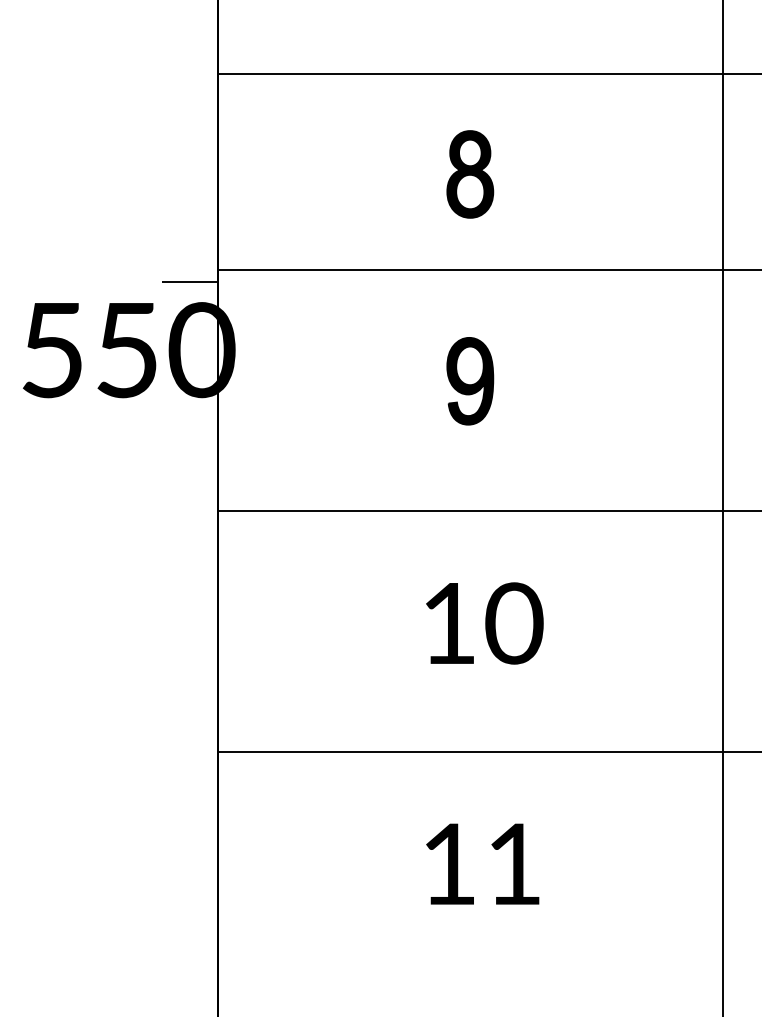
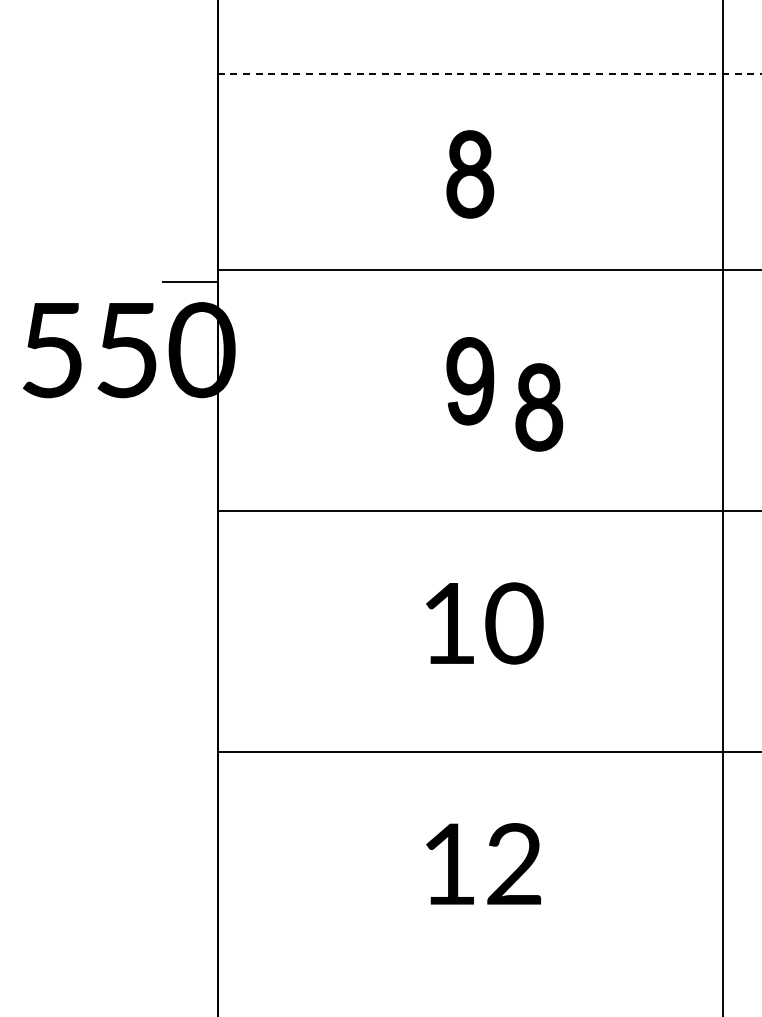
line at (489, 73): solid -> dashed
part at (539, 407): none -> present
text at (513, 863): 11 -> 12
